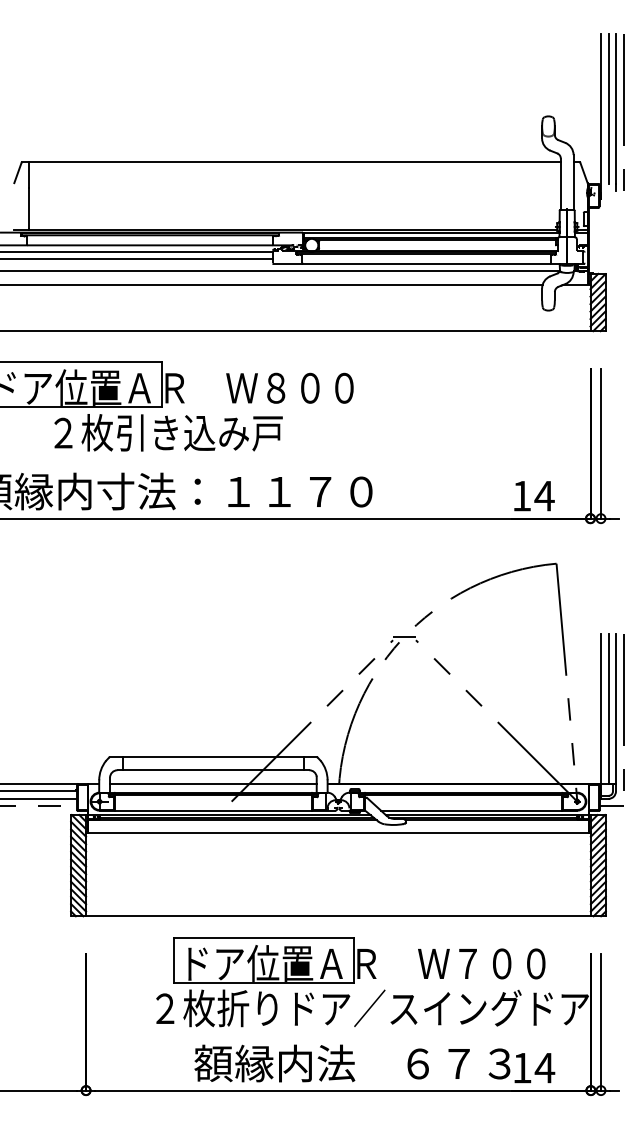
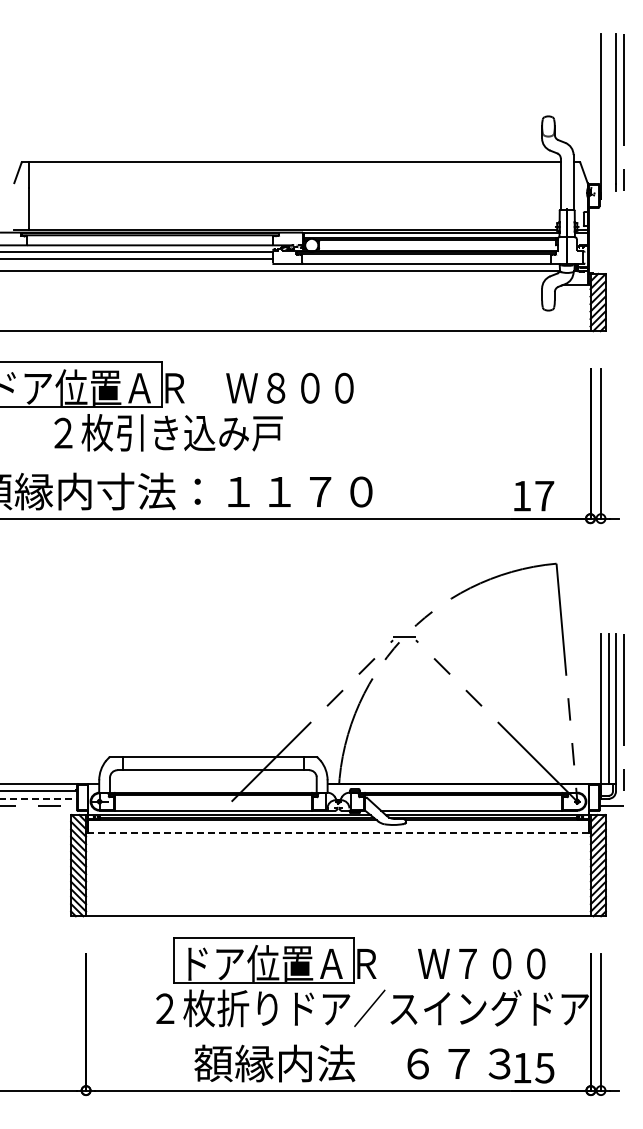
line at (608, 108): present -> none
line at (272, 285): present -> none
text at (544, 496): 14 -> 17
line at (213, 783): present -> none
line at (39, 798): solid -> dashed
line at (337, 832): solid -> dashed
text at (544, 1068): 14 -> 15
